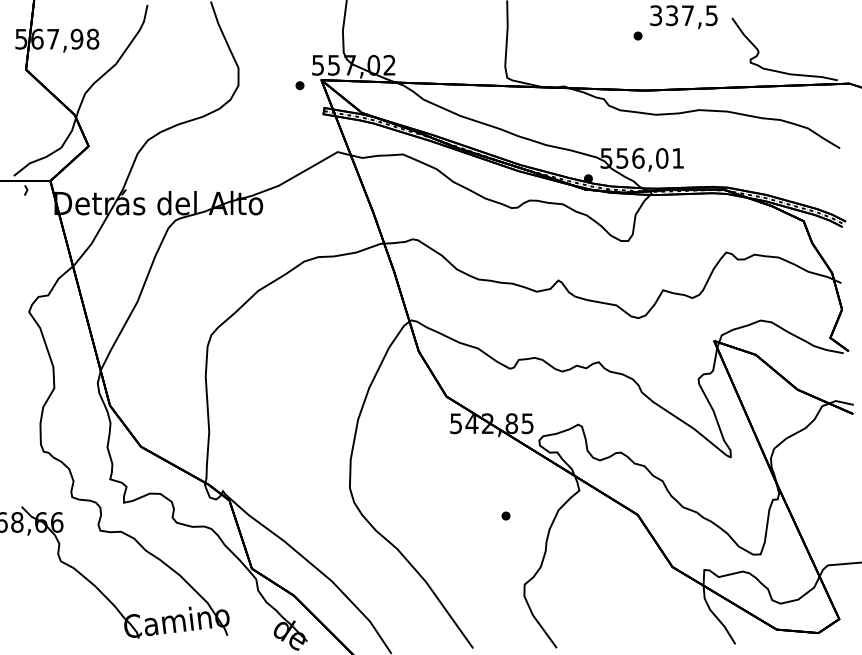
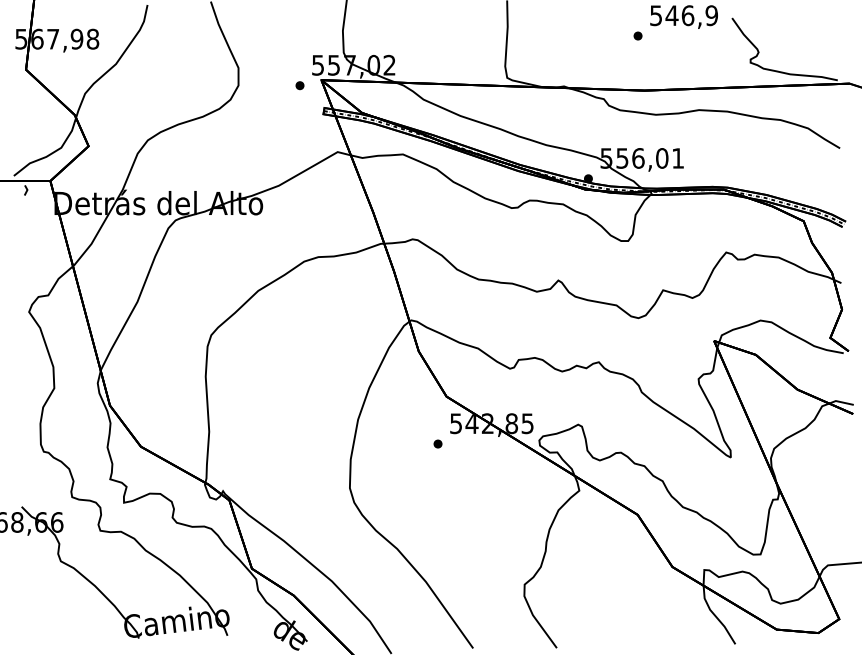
text at (683, 15): 337,5 -> 546,9
part at (505, 515) position: (505, 515) -> (437, 443)
